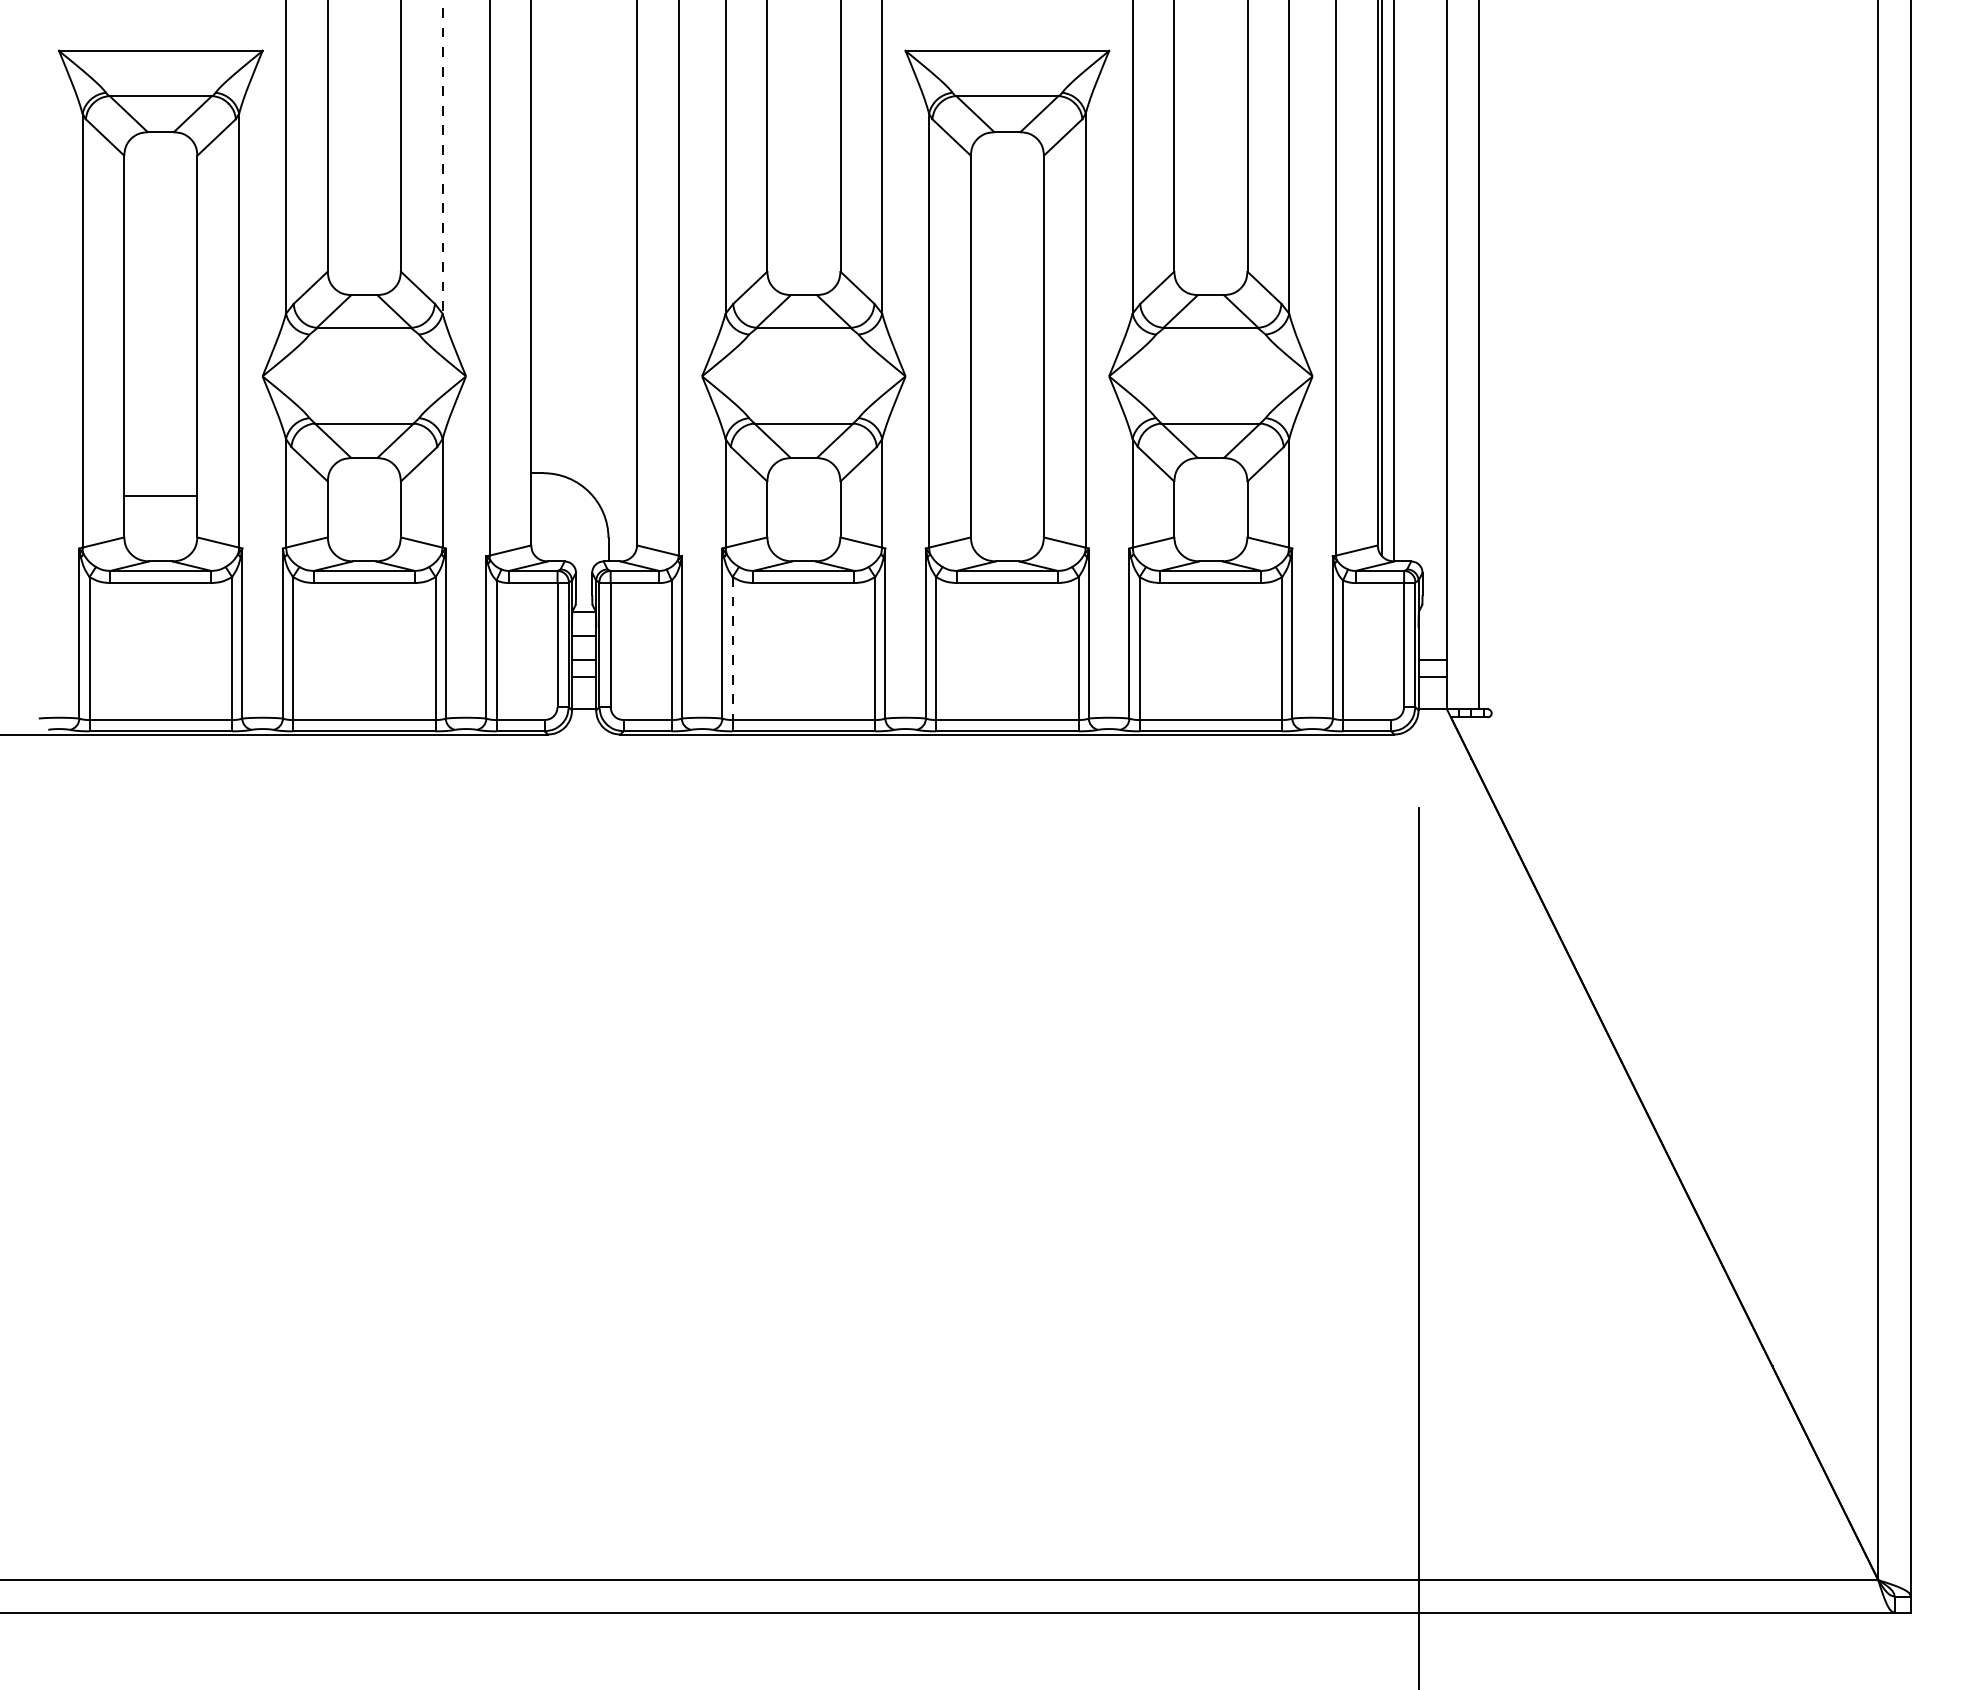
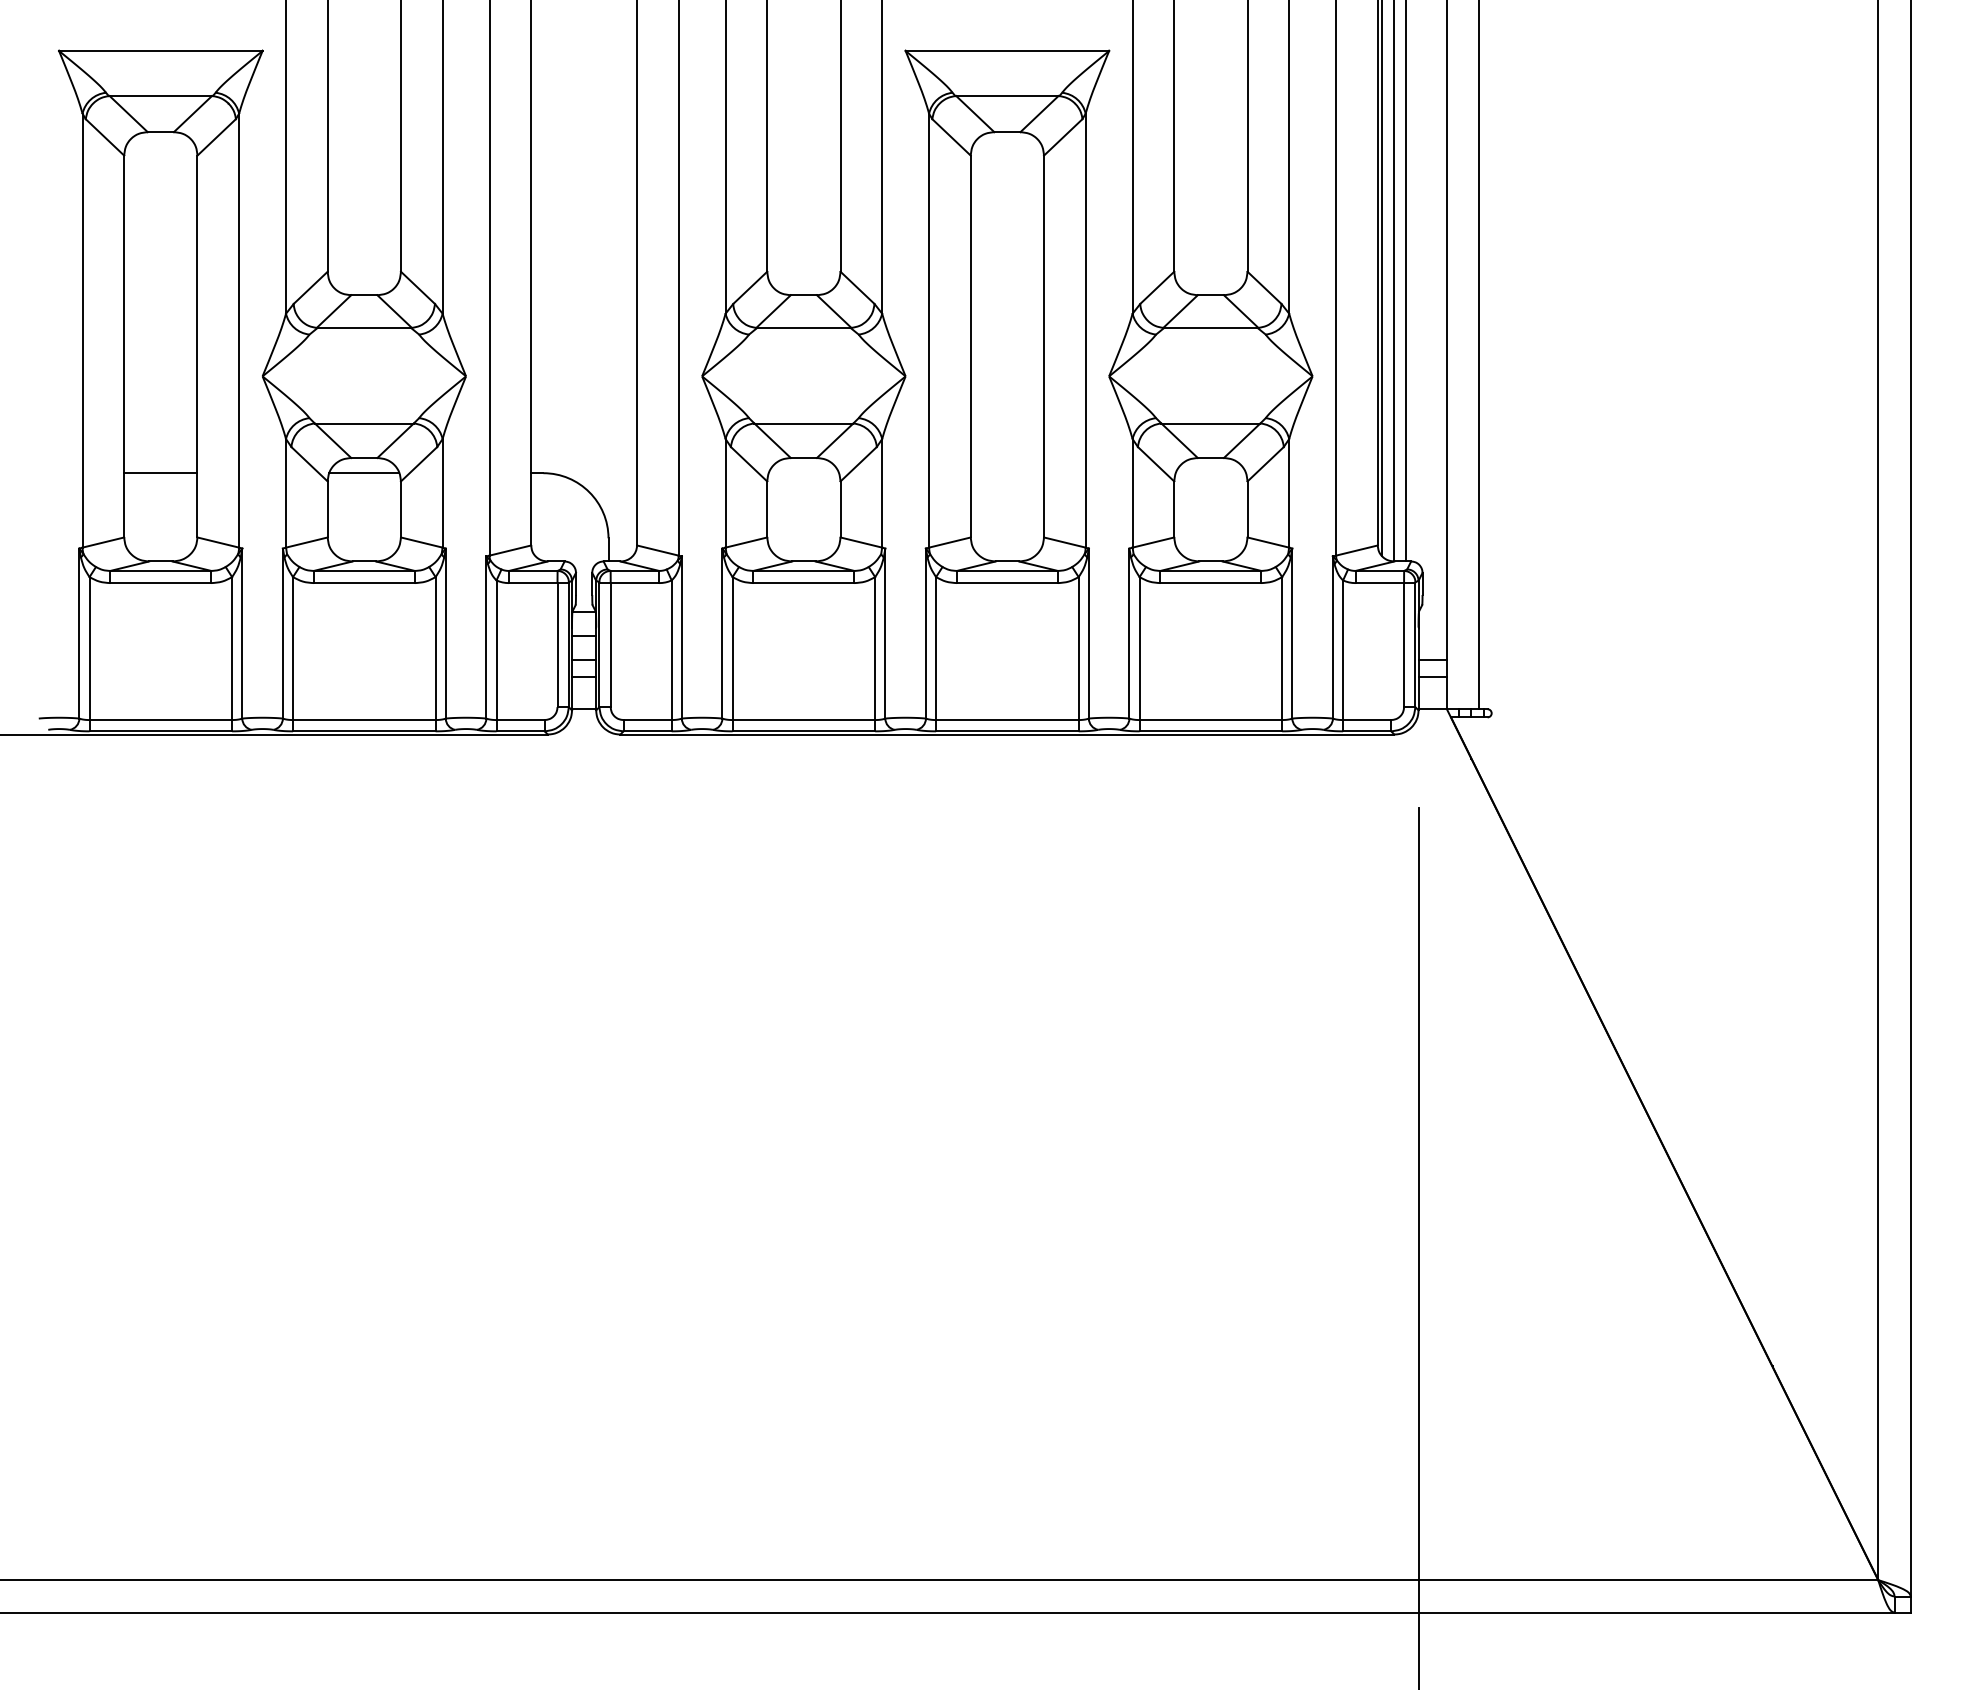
line at (442, 157): dashed -> solid
line at (1406, 281): none -> present
line at (364, 473): none -> present
line at (160, 496) position: (160, 496) -> (160, 473)
line at (732, 649): dashed -> solid
